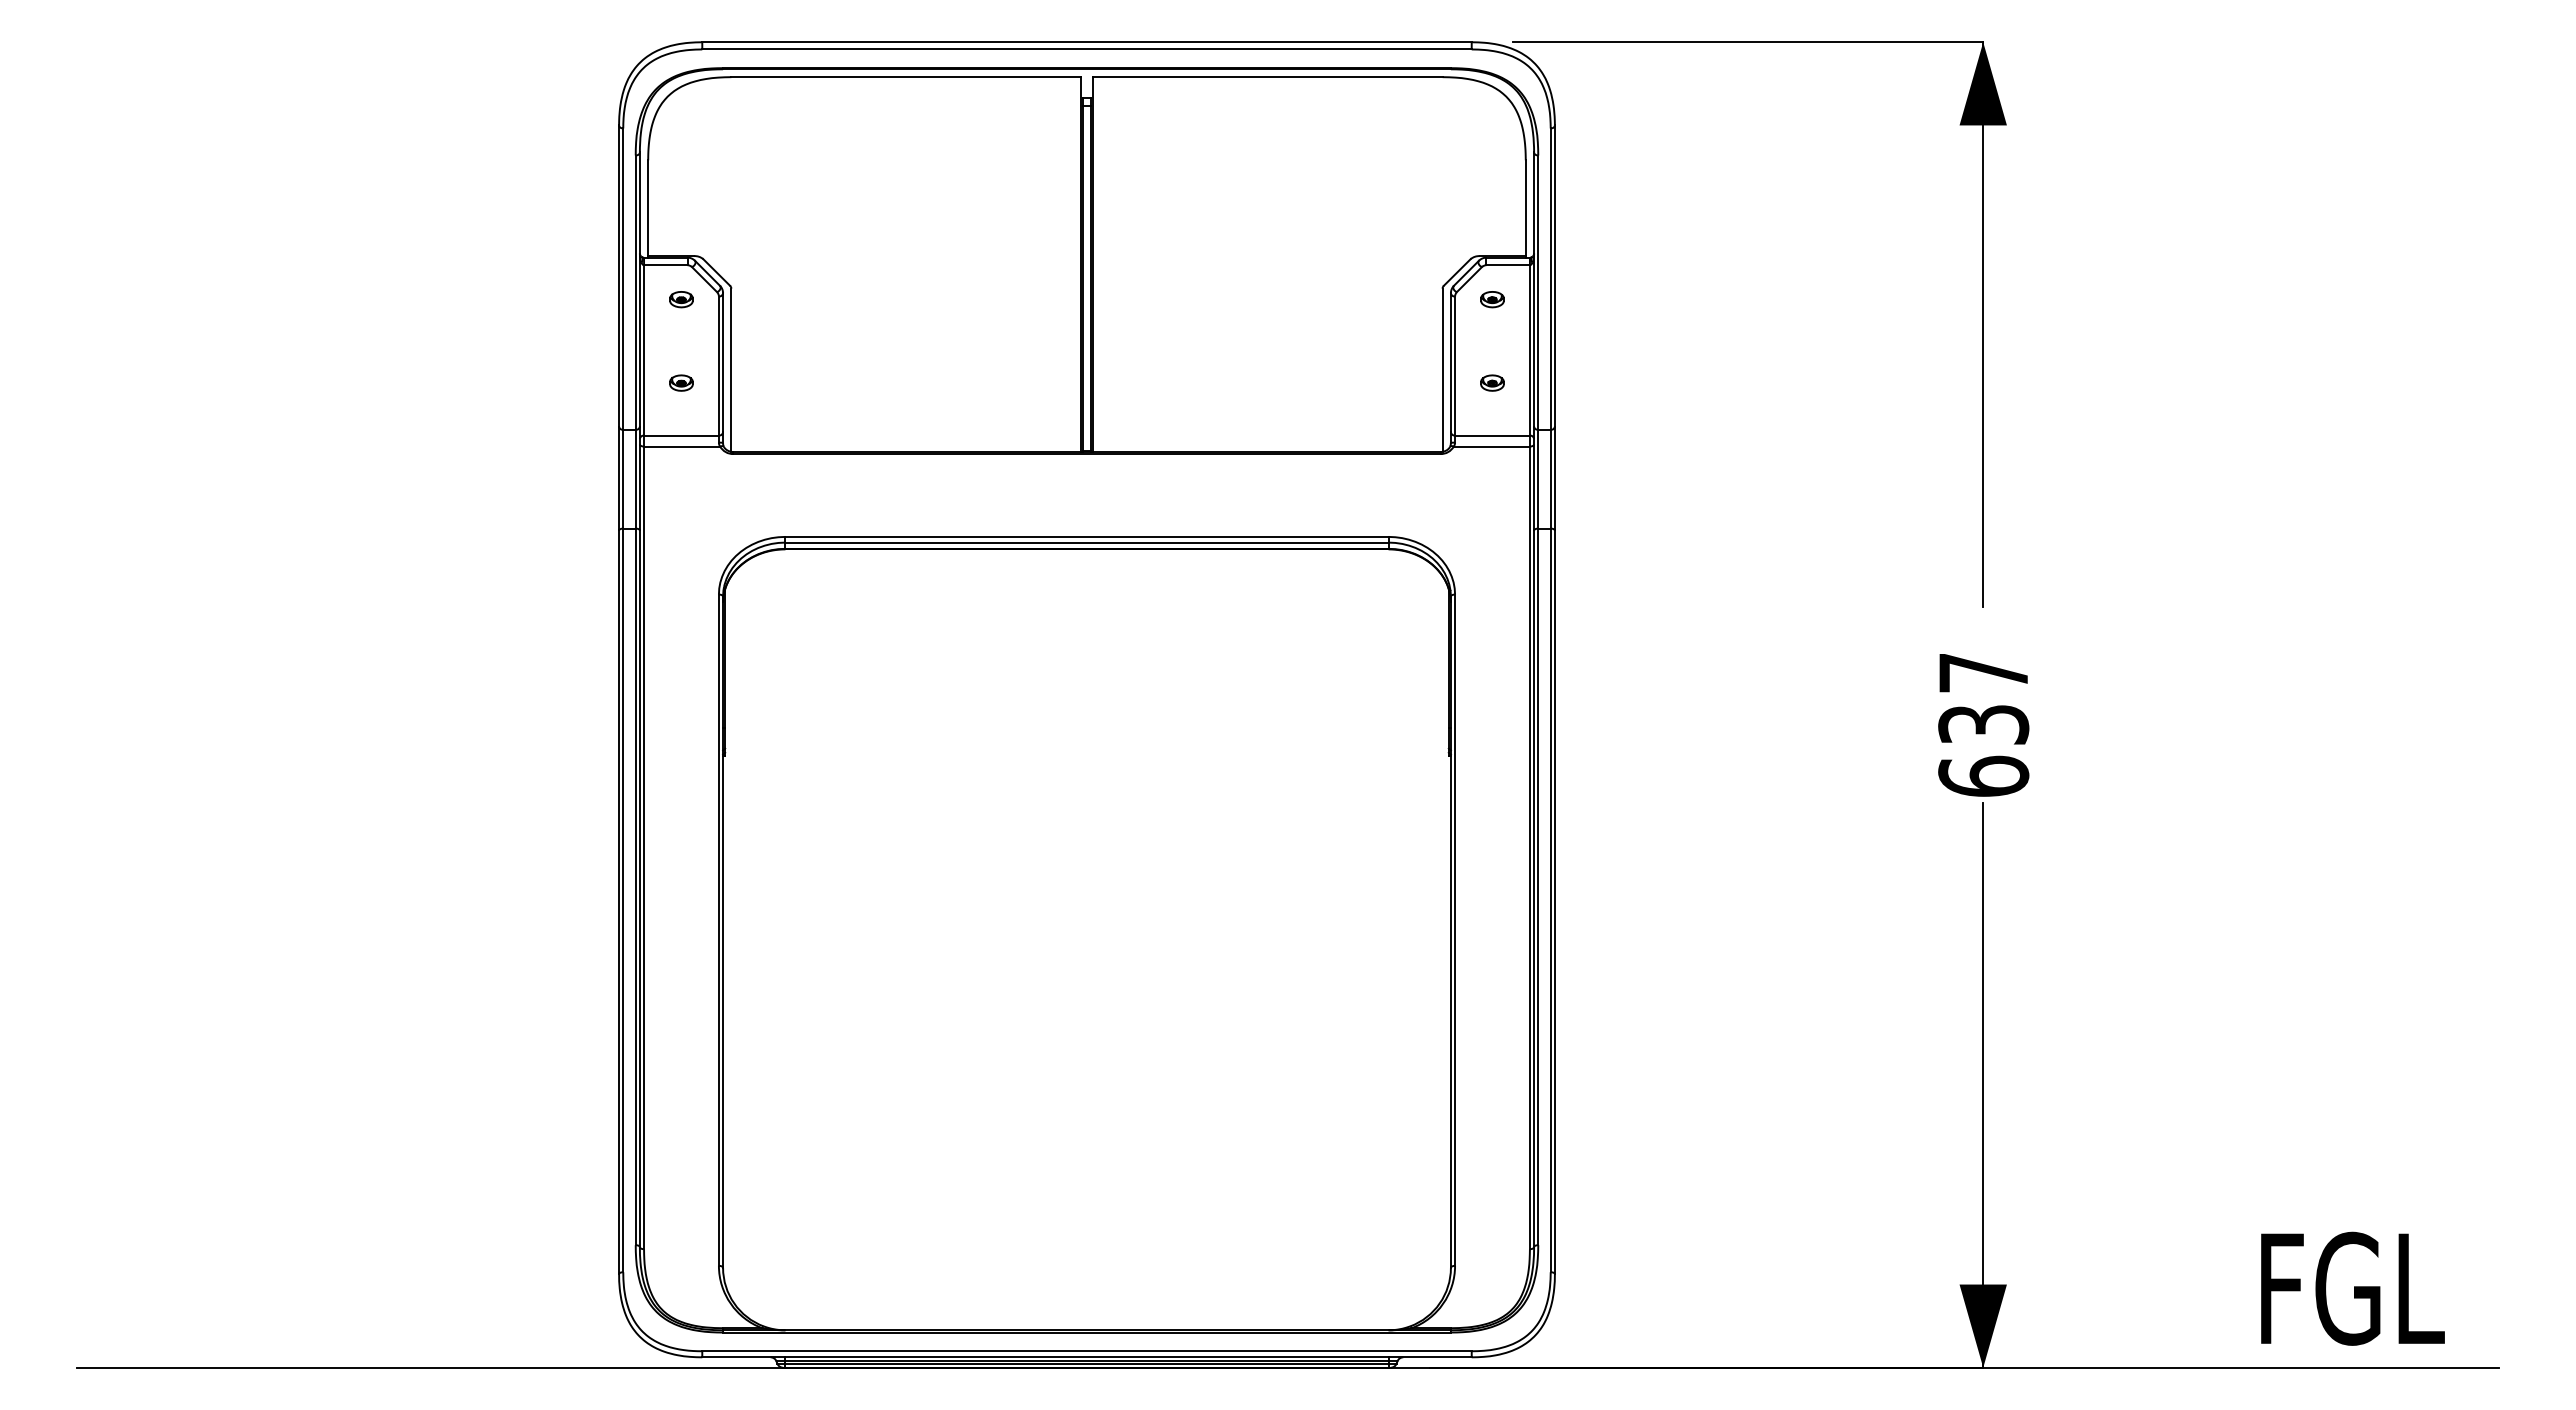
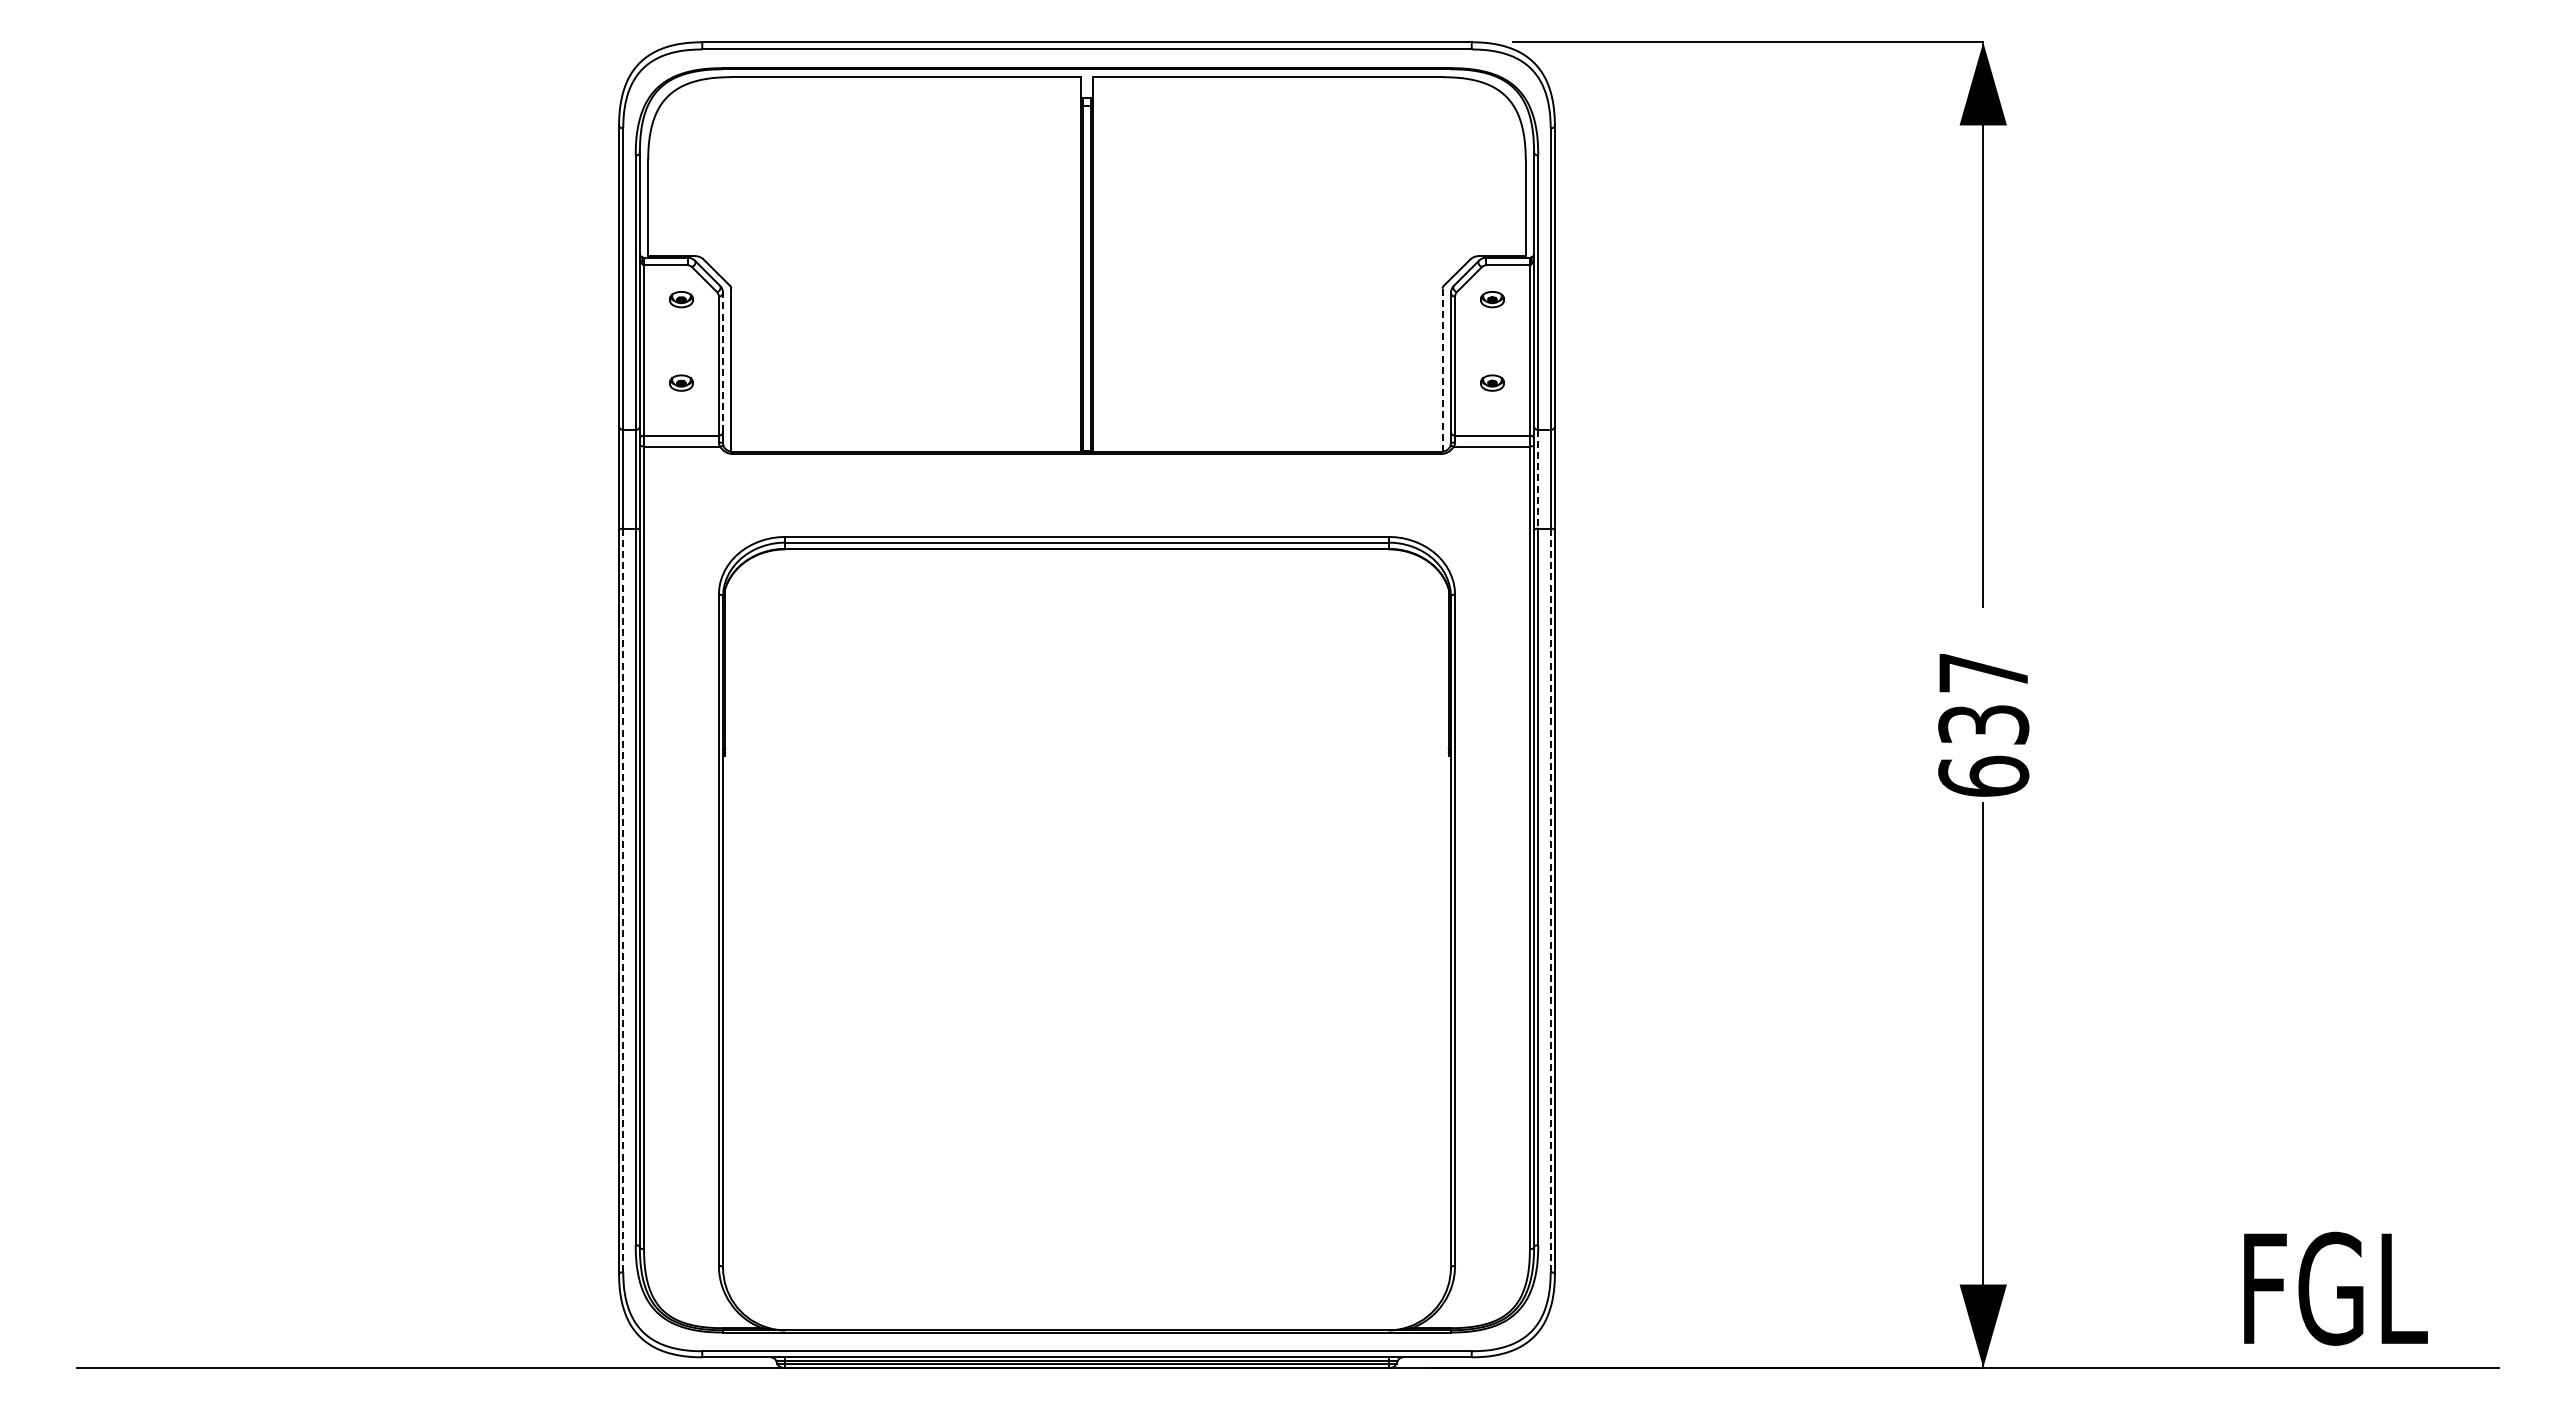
line at (723, 362): solid -> dashed
line at (1442, 370): solid -> dashed
line at (1538, 479): solid -> dashed
line at (623, 900): solid -> dashed
line at (1550, 900): solid -> dashed
text at (2352, 1288) position: (2352, 1288) -> (2335, 1288)
